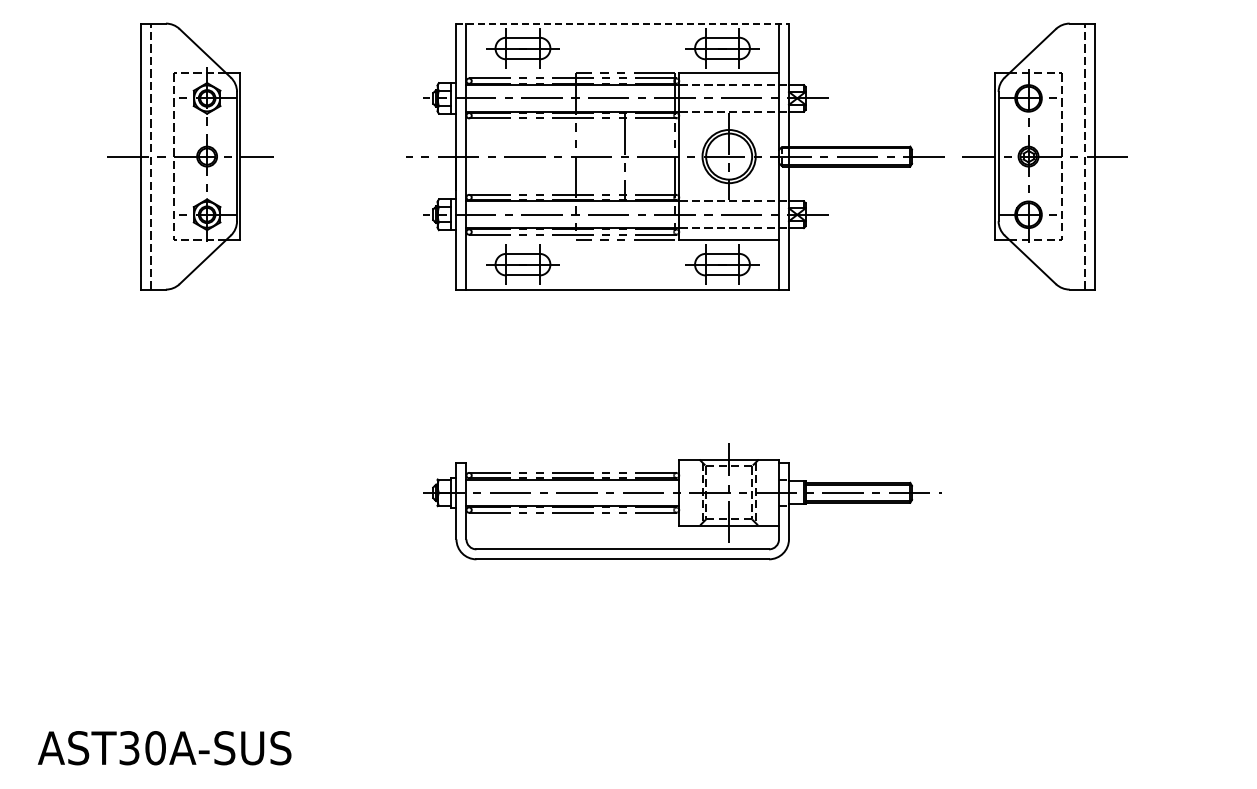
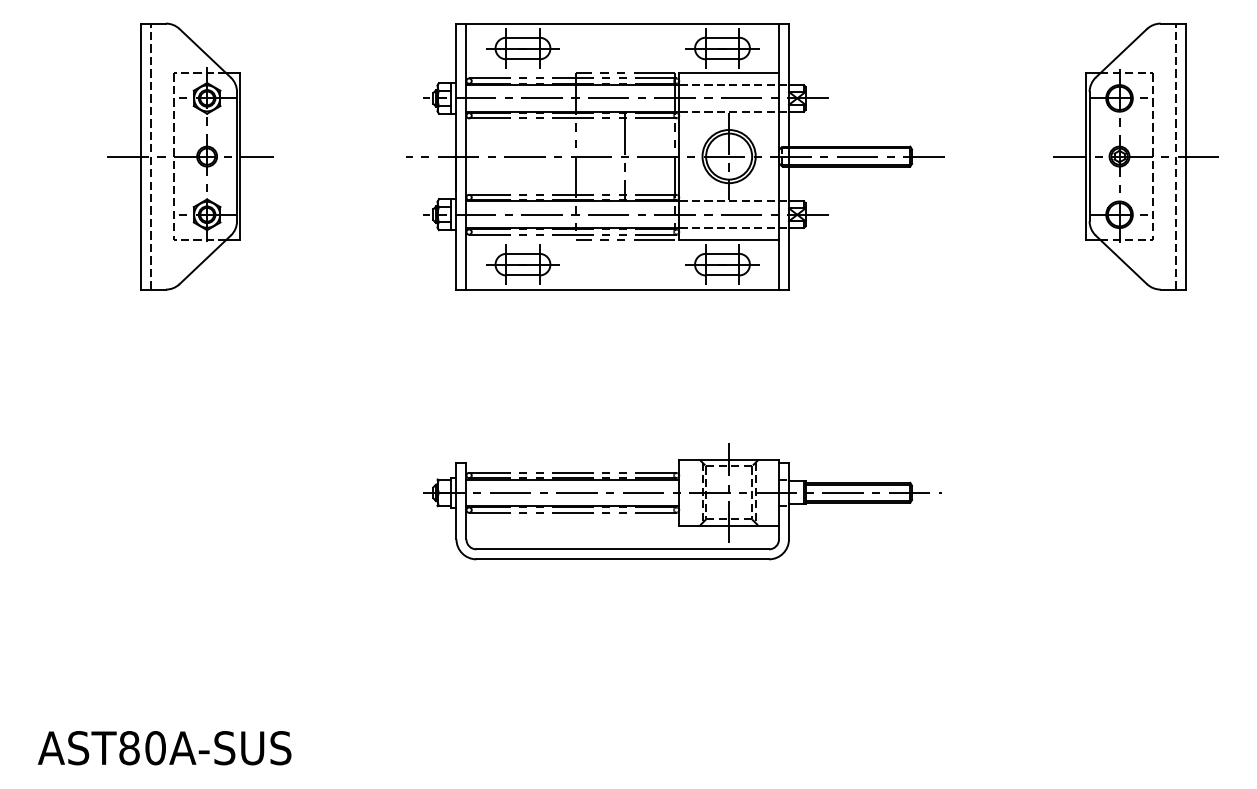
line at (623, 23): dashed -> solid
part at (1044, 156) position: (1044, 156) -> (1135, 156)
text at (129, 748): AST30A-SUS -> AST80A-SUS
